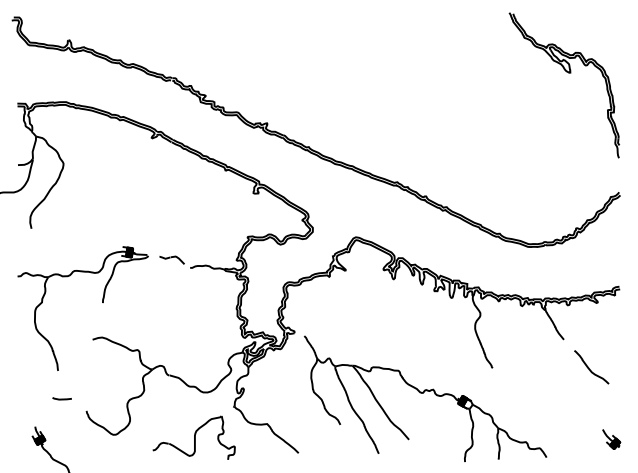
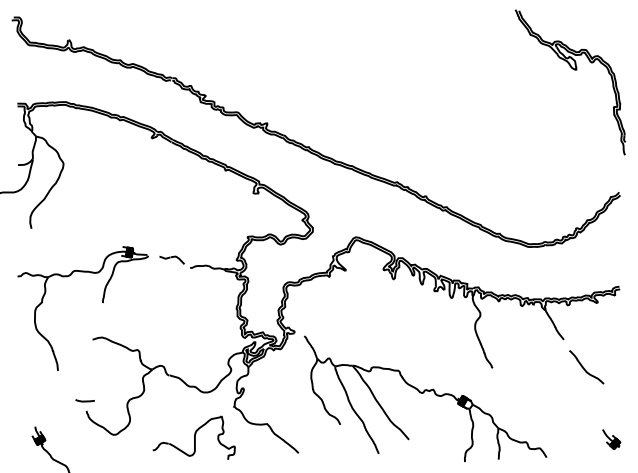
part at (568, 73) position: (568, 73) -> (574, 70)
curve at (589, 367) position: (589, 367) -> (584, 367)
line at (61, 398) position: (61, 398) -> (84, 400)
